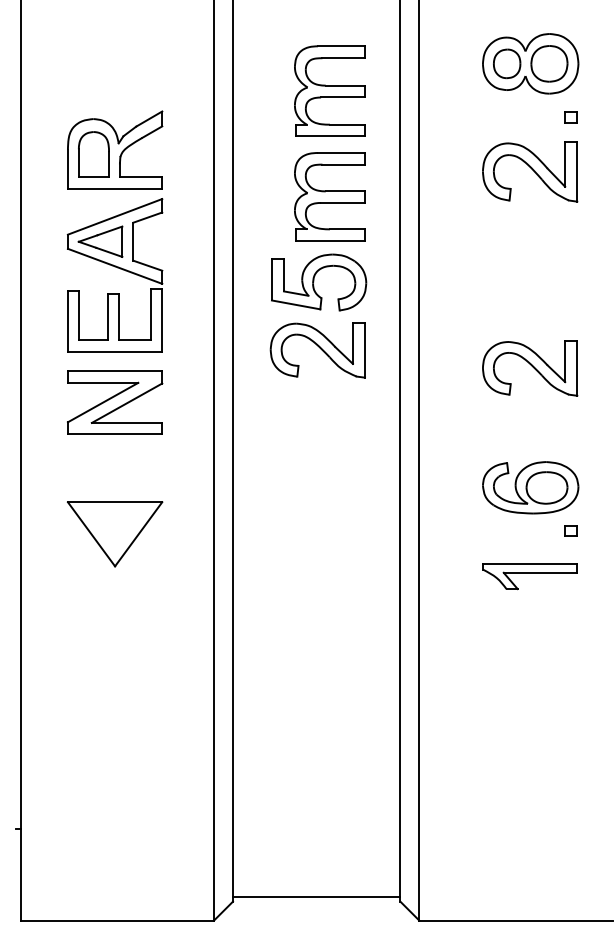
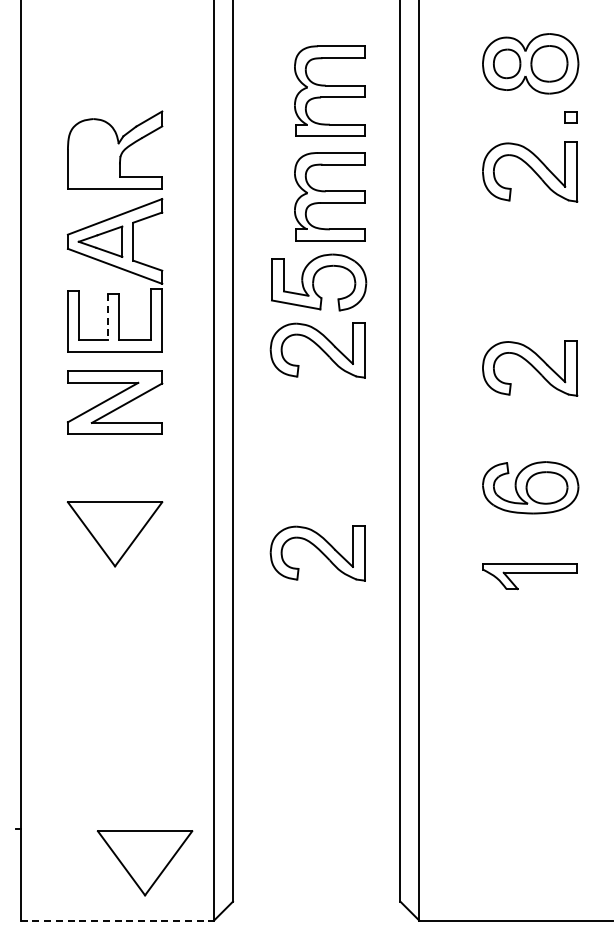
part at (93, 154): present -> none
line at (107, 316): solid -> dashed
part at (570, 530): present -> none
part at (317, 553): none -> present
part at (144, 863): none -> present
line at (316, 896): present -> none
line at (117, 920): solid -> dashed
